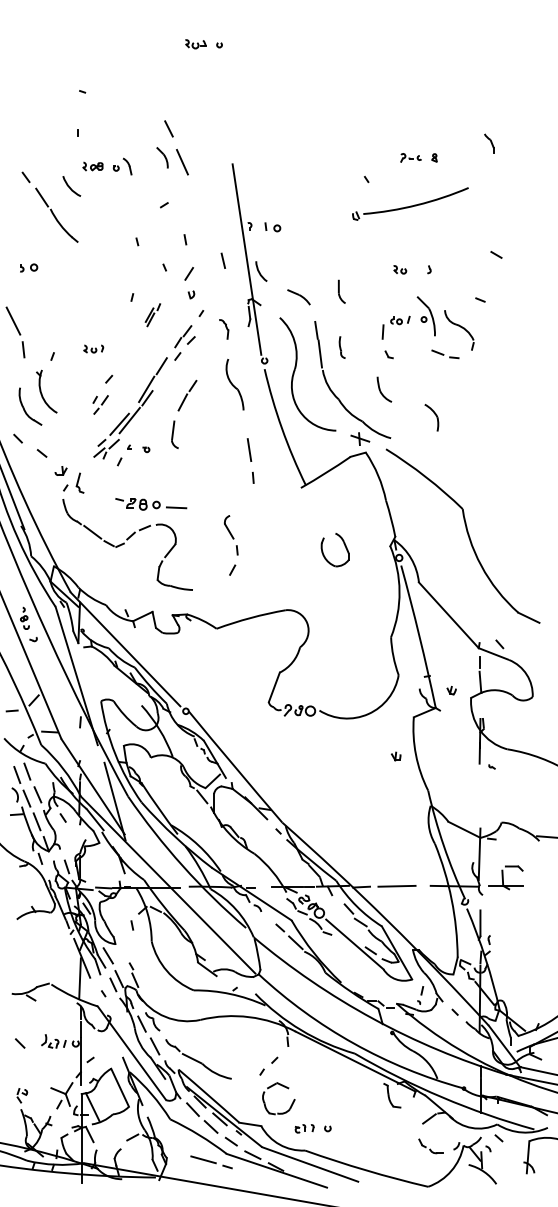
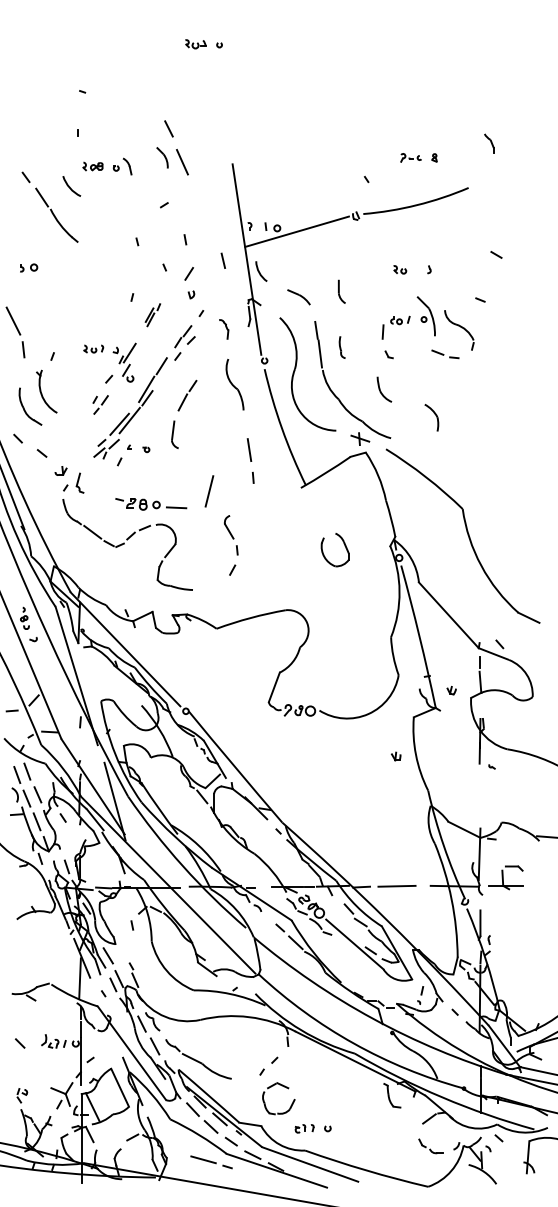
line at (296, 231): none -> present
part at (124, 362): none -> present
line at (209, 491): none -> present
